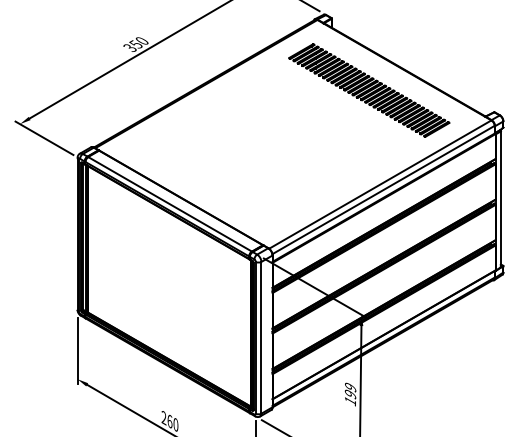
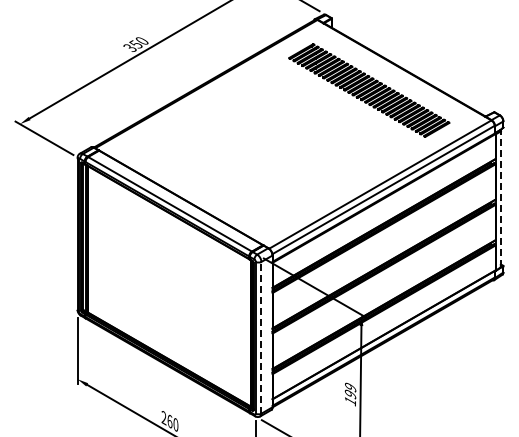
line at (500, 199): solid -> dashed
line at (261, 337): solid -> dashed
